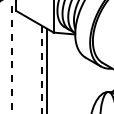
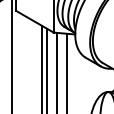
line at (12, 56): dashed -> solid
line at (41, 69): dashed -> solid
line at (56, 71): none -> present
line at (66, 71): none -> present
